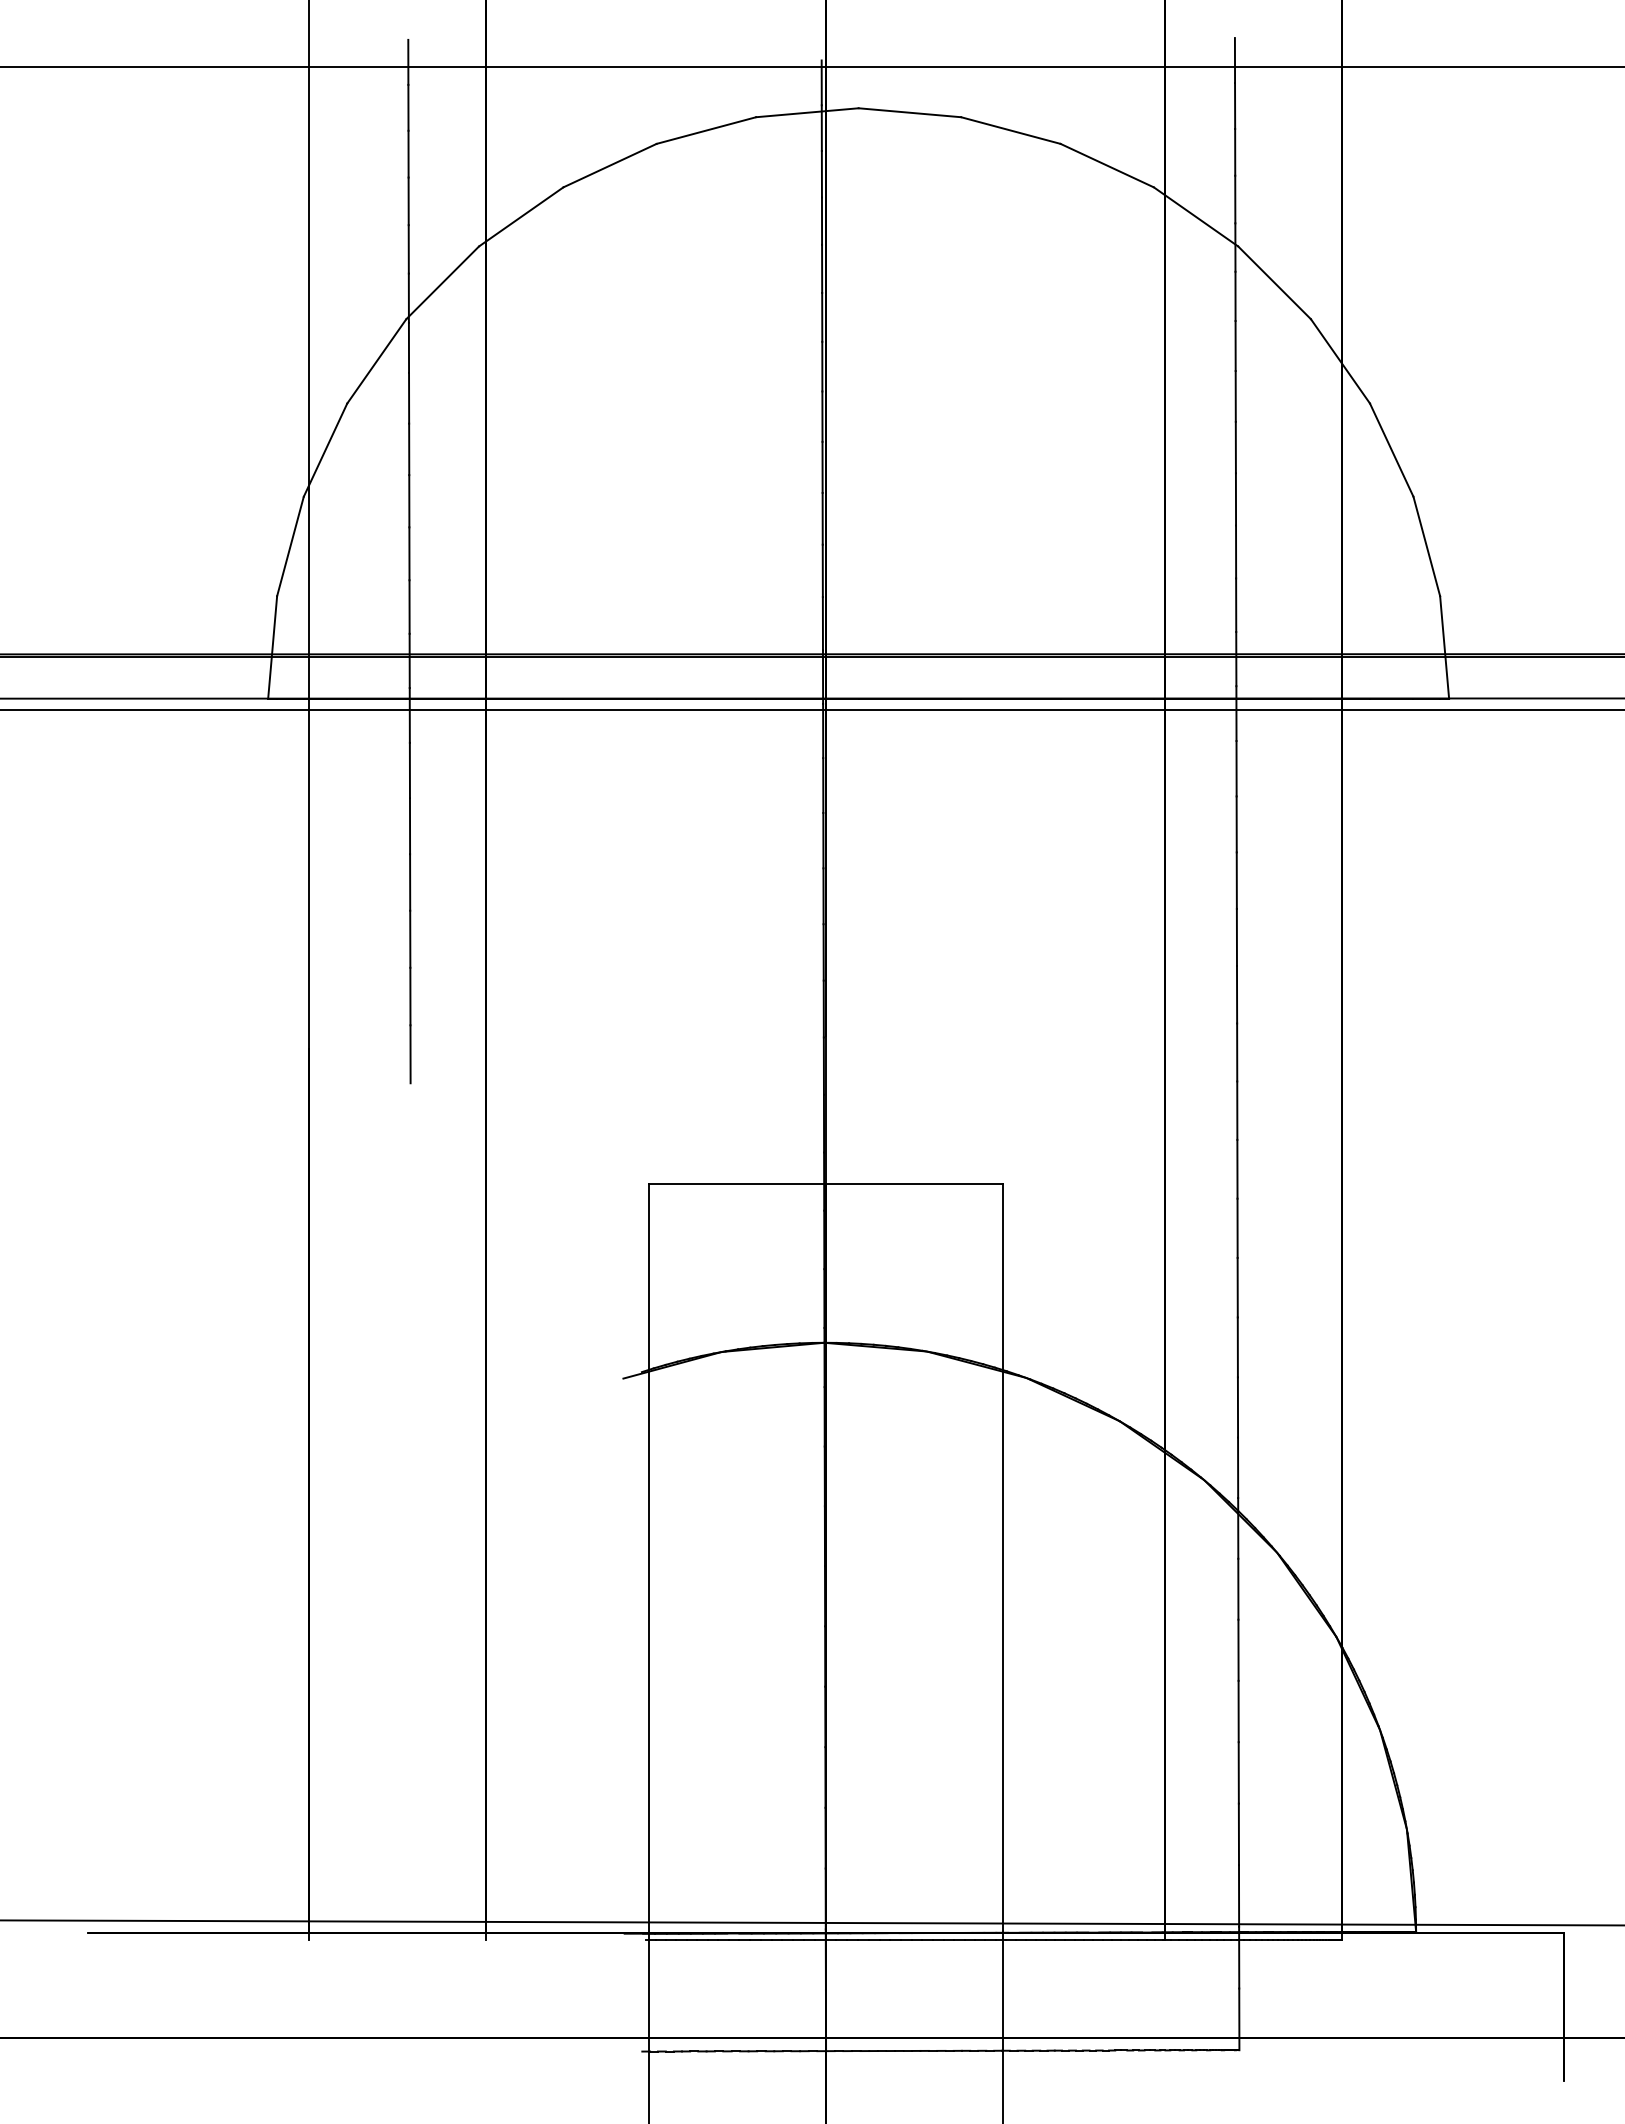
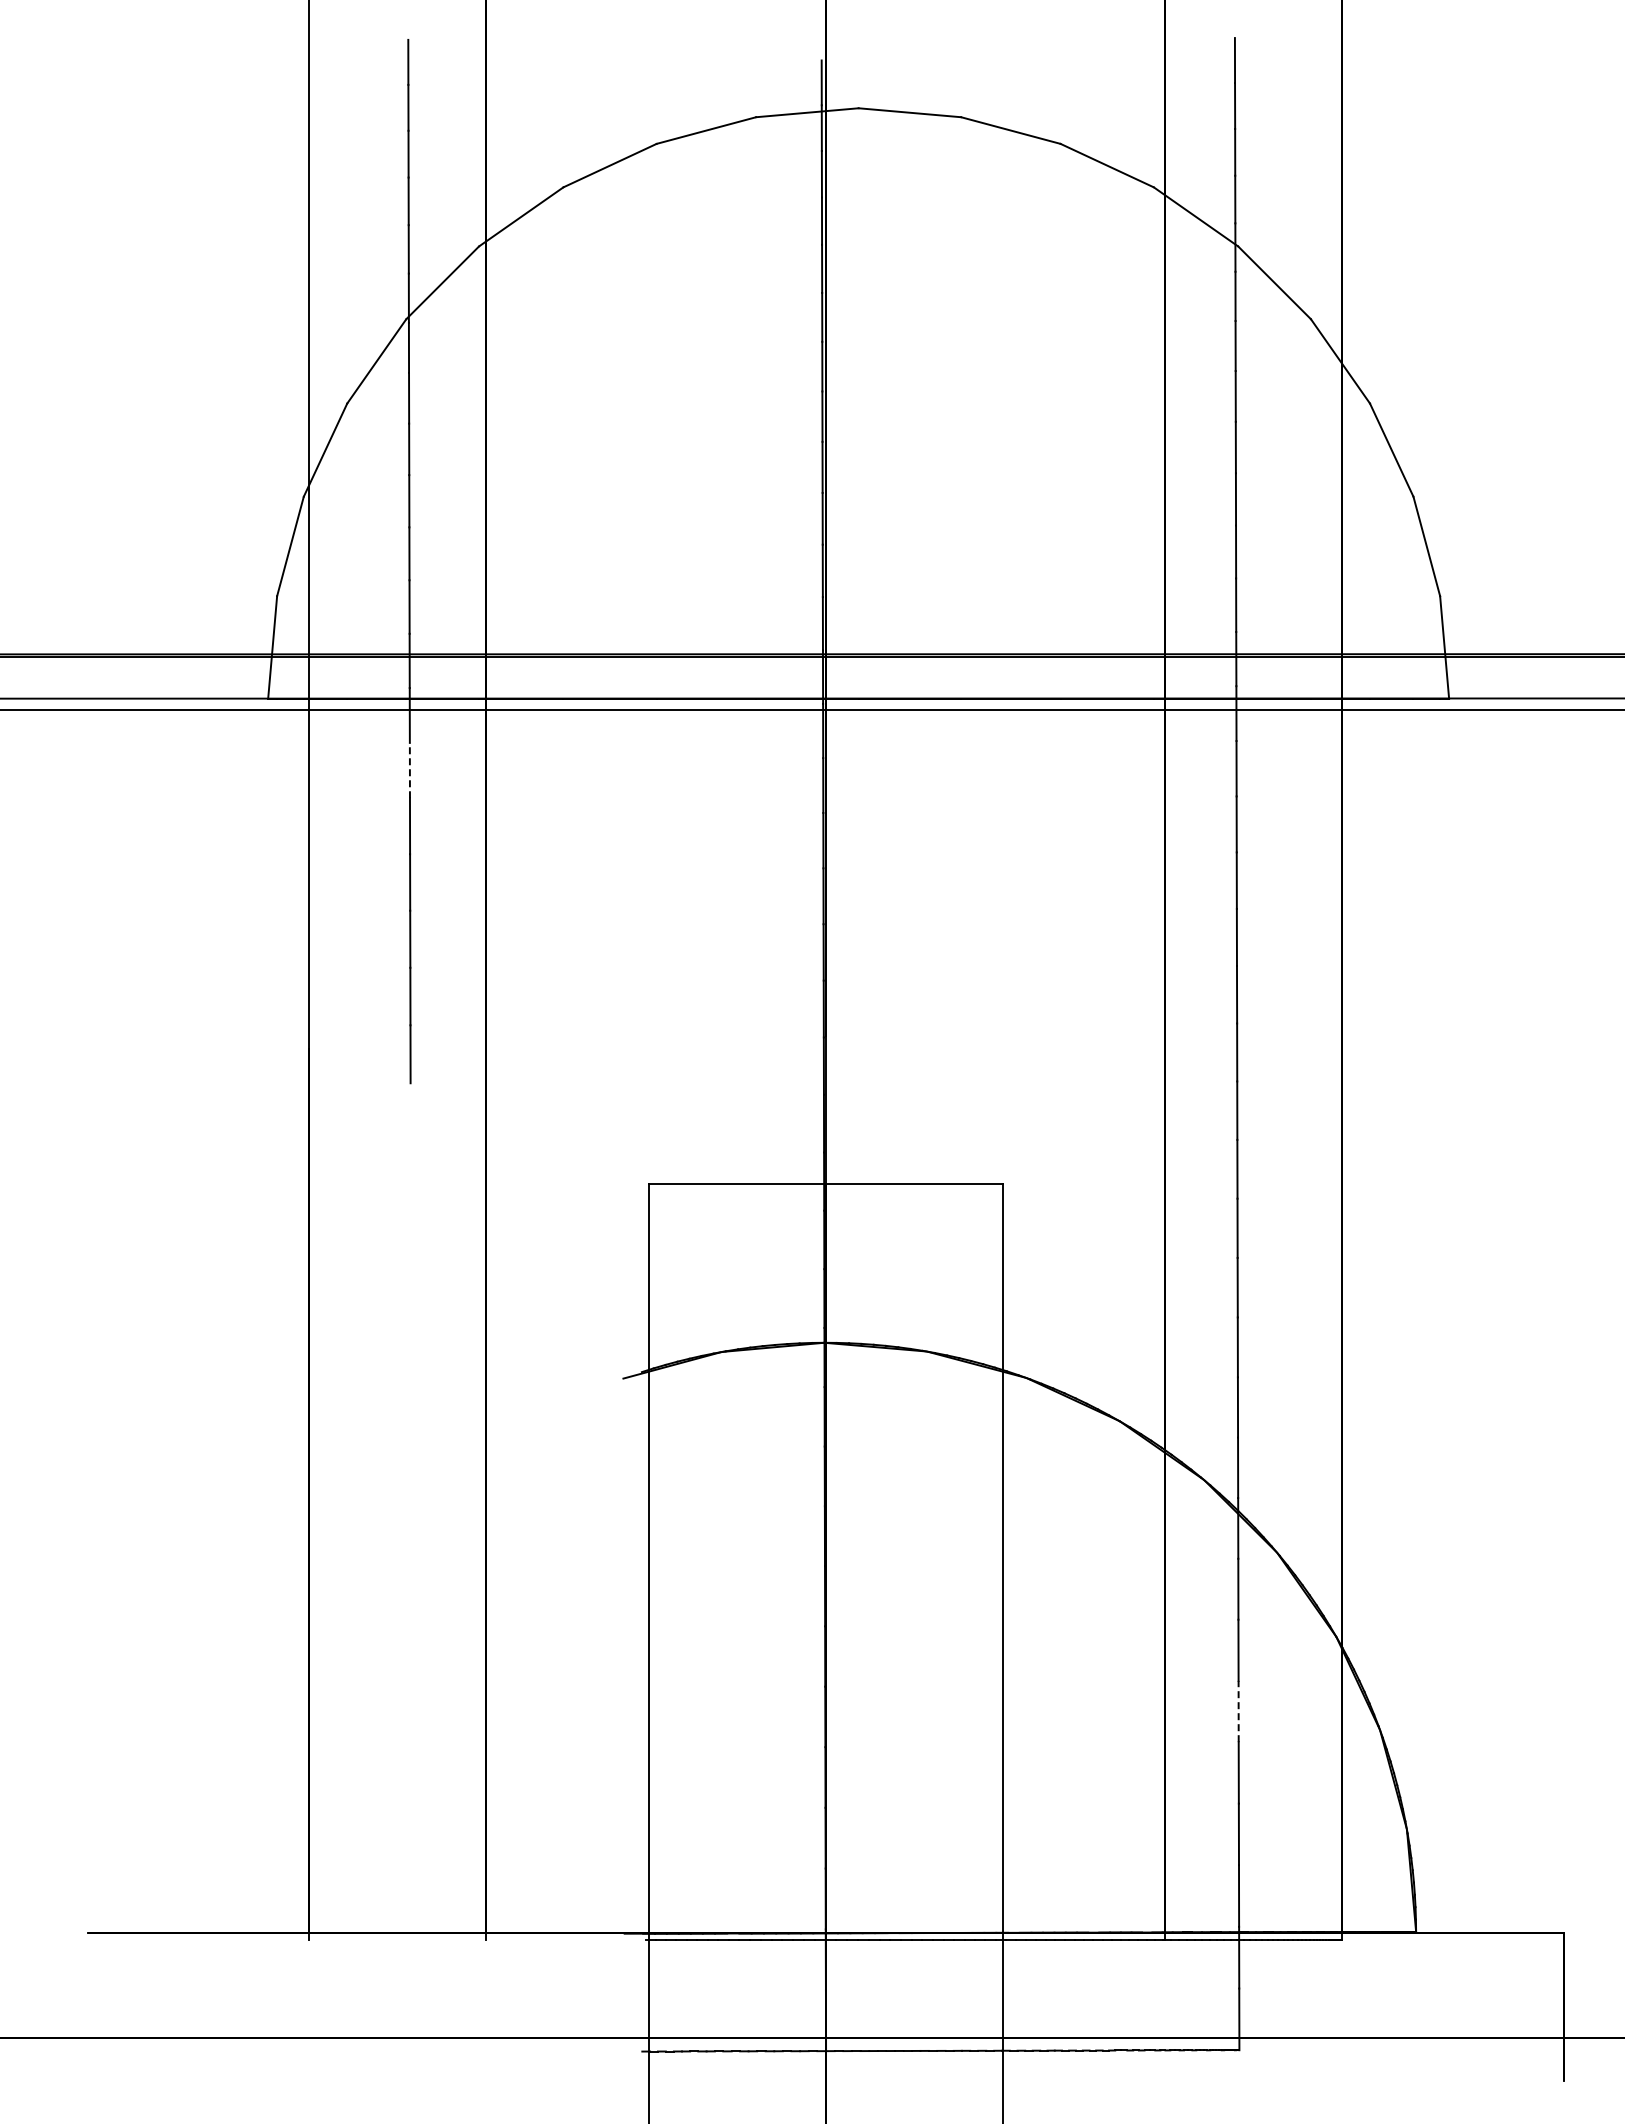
line at (811, 66): present -> none
line at (409, 770): solid -> dashed
line at (1238, 1711): solid -> dashed
line at (811, 1922): present -> none
